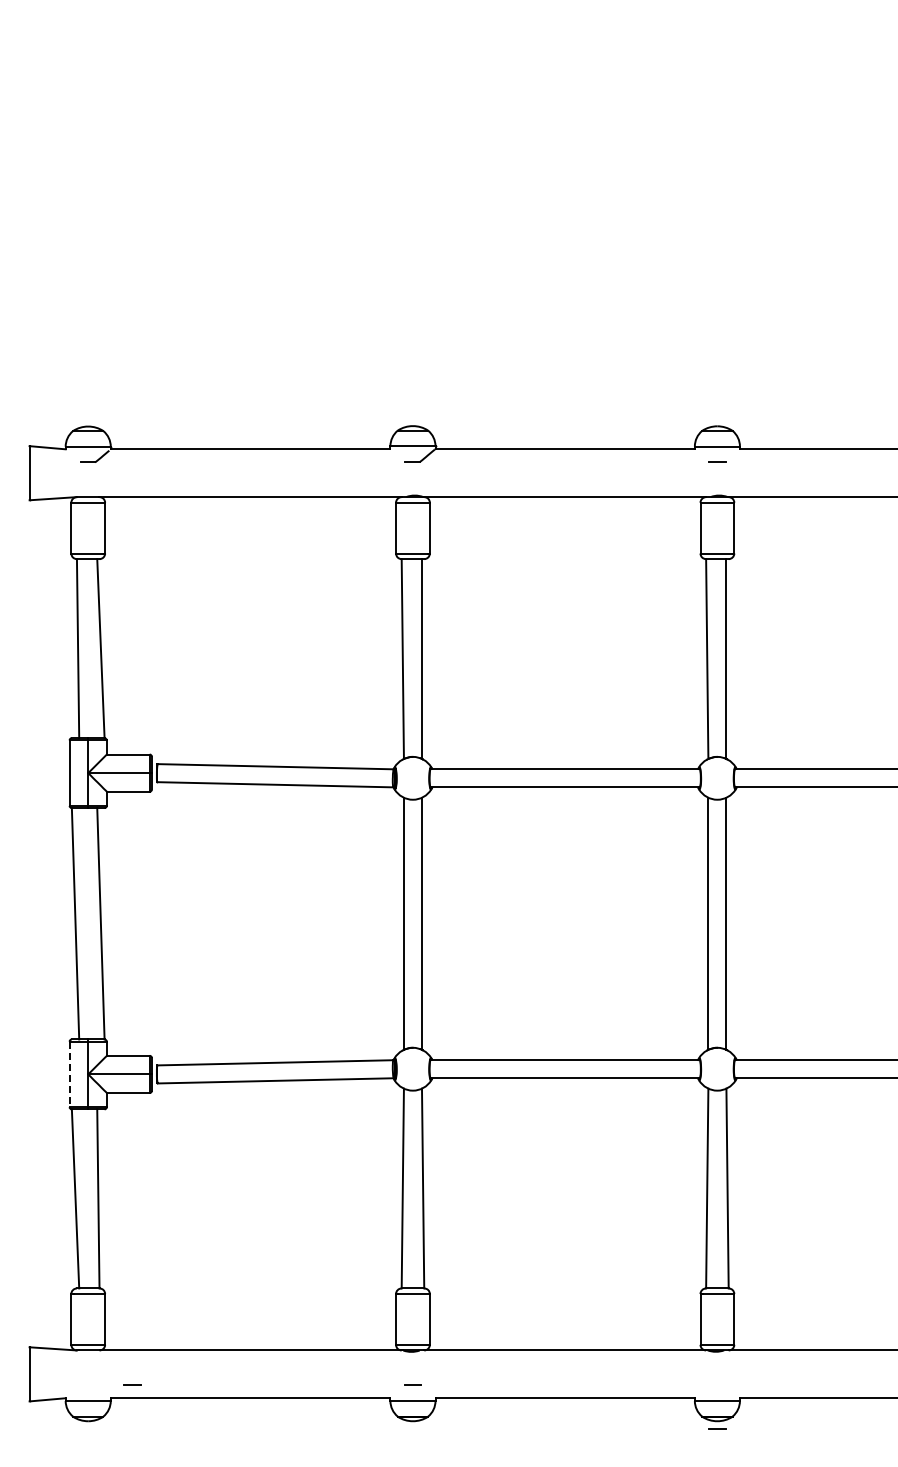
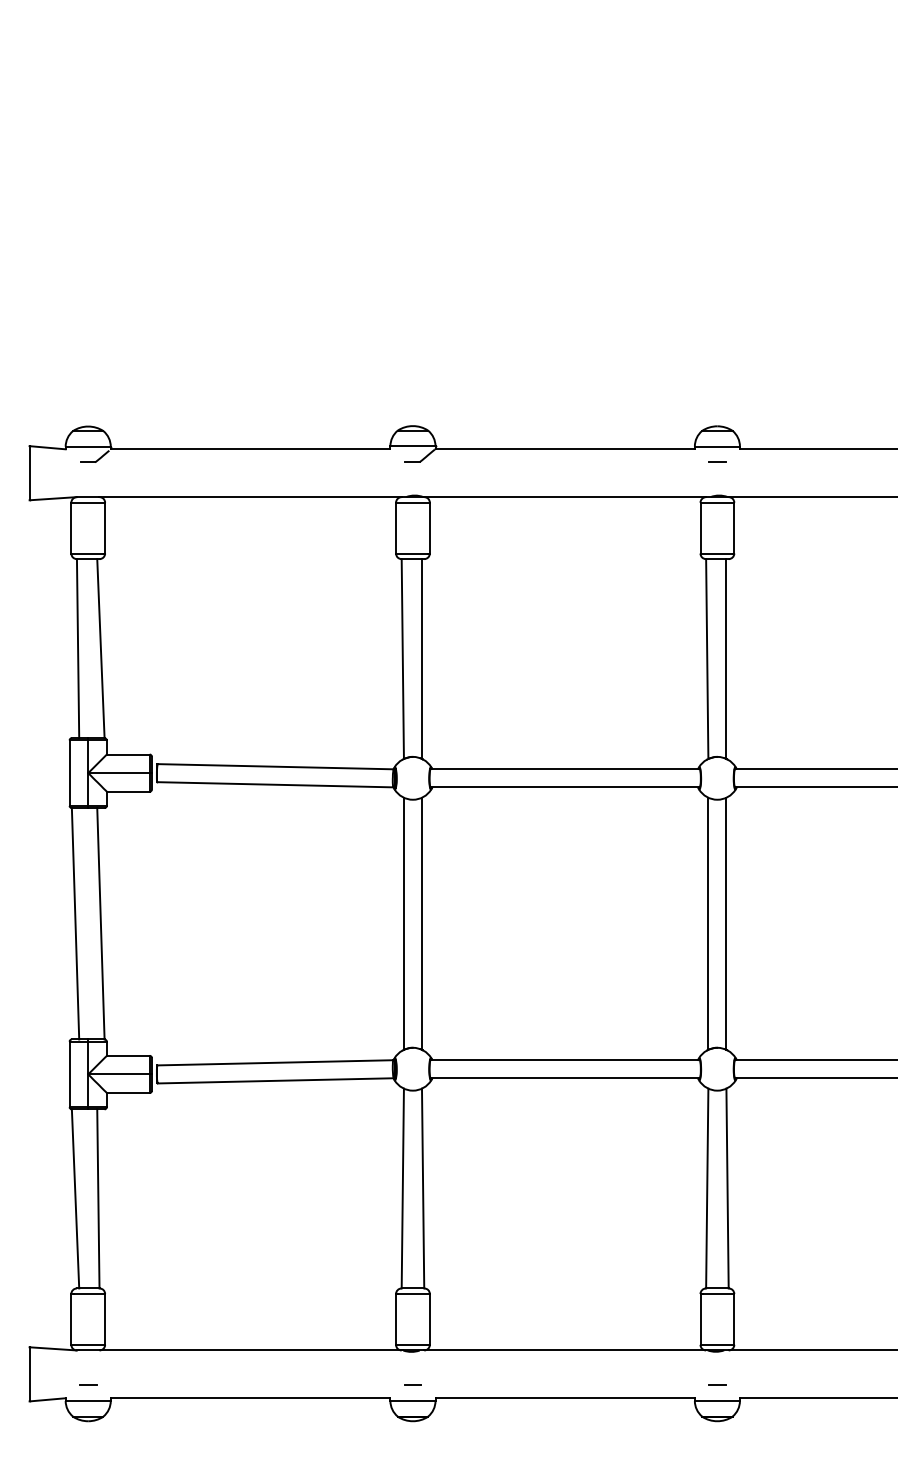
line at (69, 1074): dashed -> solid
line at (132, 1384) position: (132, 1384) -> (88, 1384)
line at (717, 1428) position: (717, 1428) -> (717, 1384)
